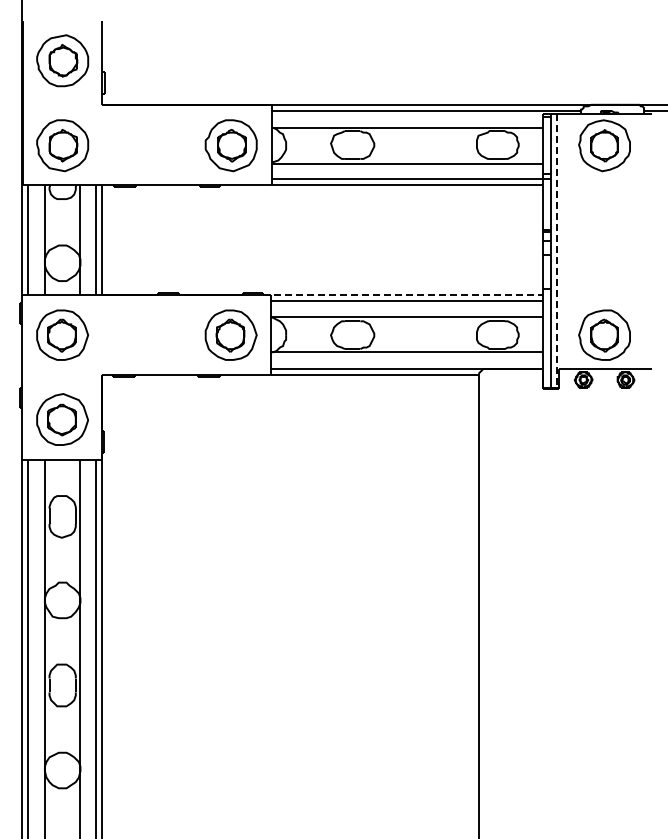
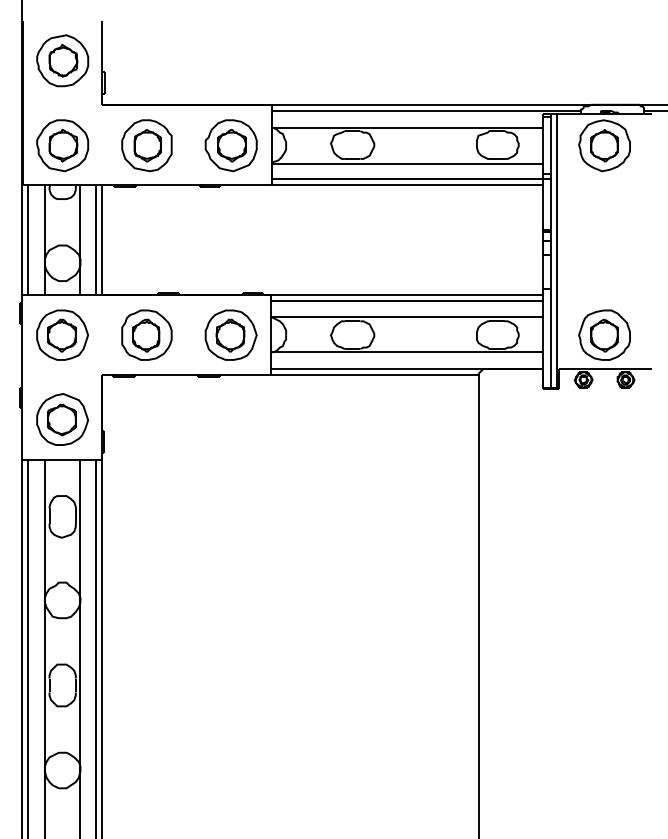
part at (146, 145): none -> present
line at (557, 250): dashed -> solid
line at (403, 295): dashed -> solid
part at (146, 334): none -> present
